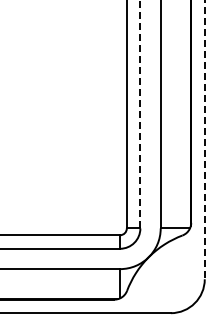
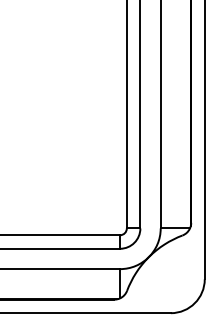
line at (140, 114): dashed -> solid
line at (204, 140): dashed -> solid
